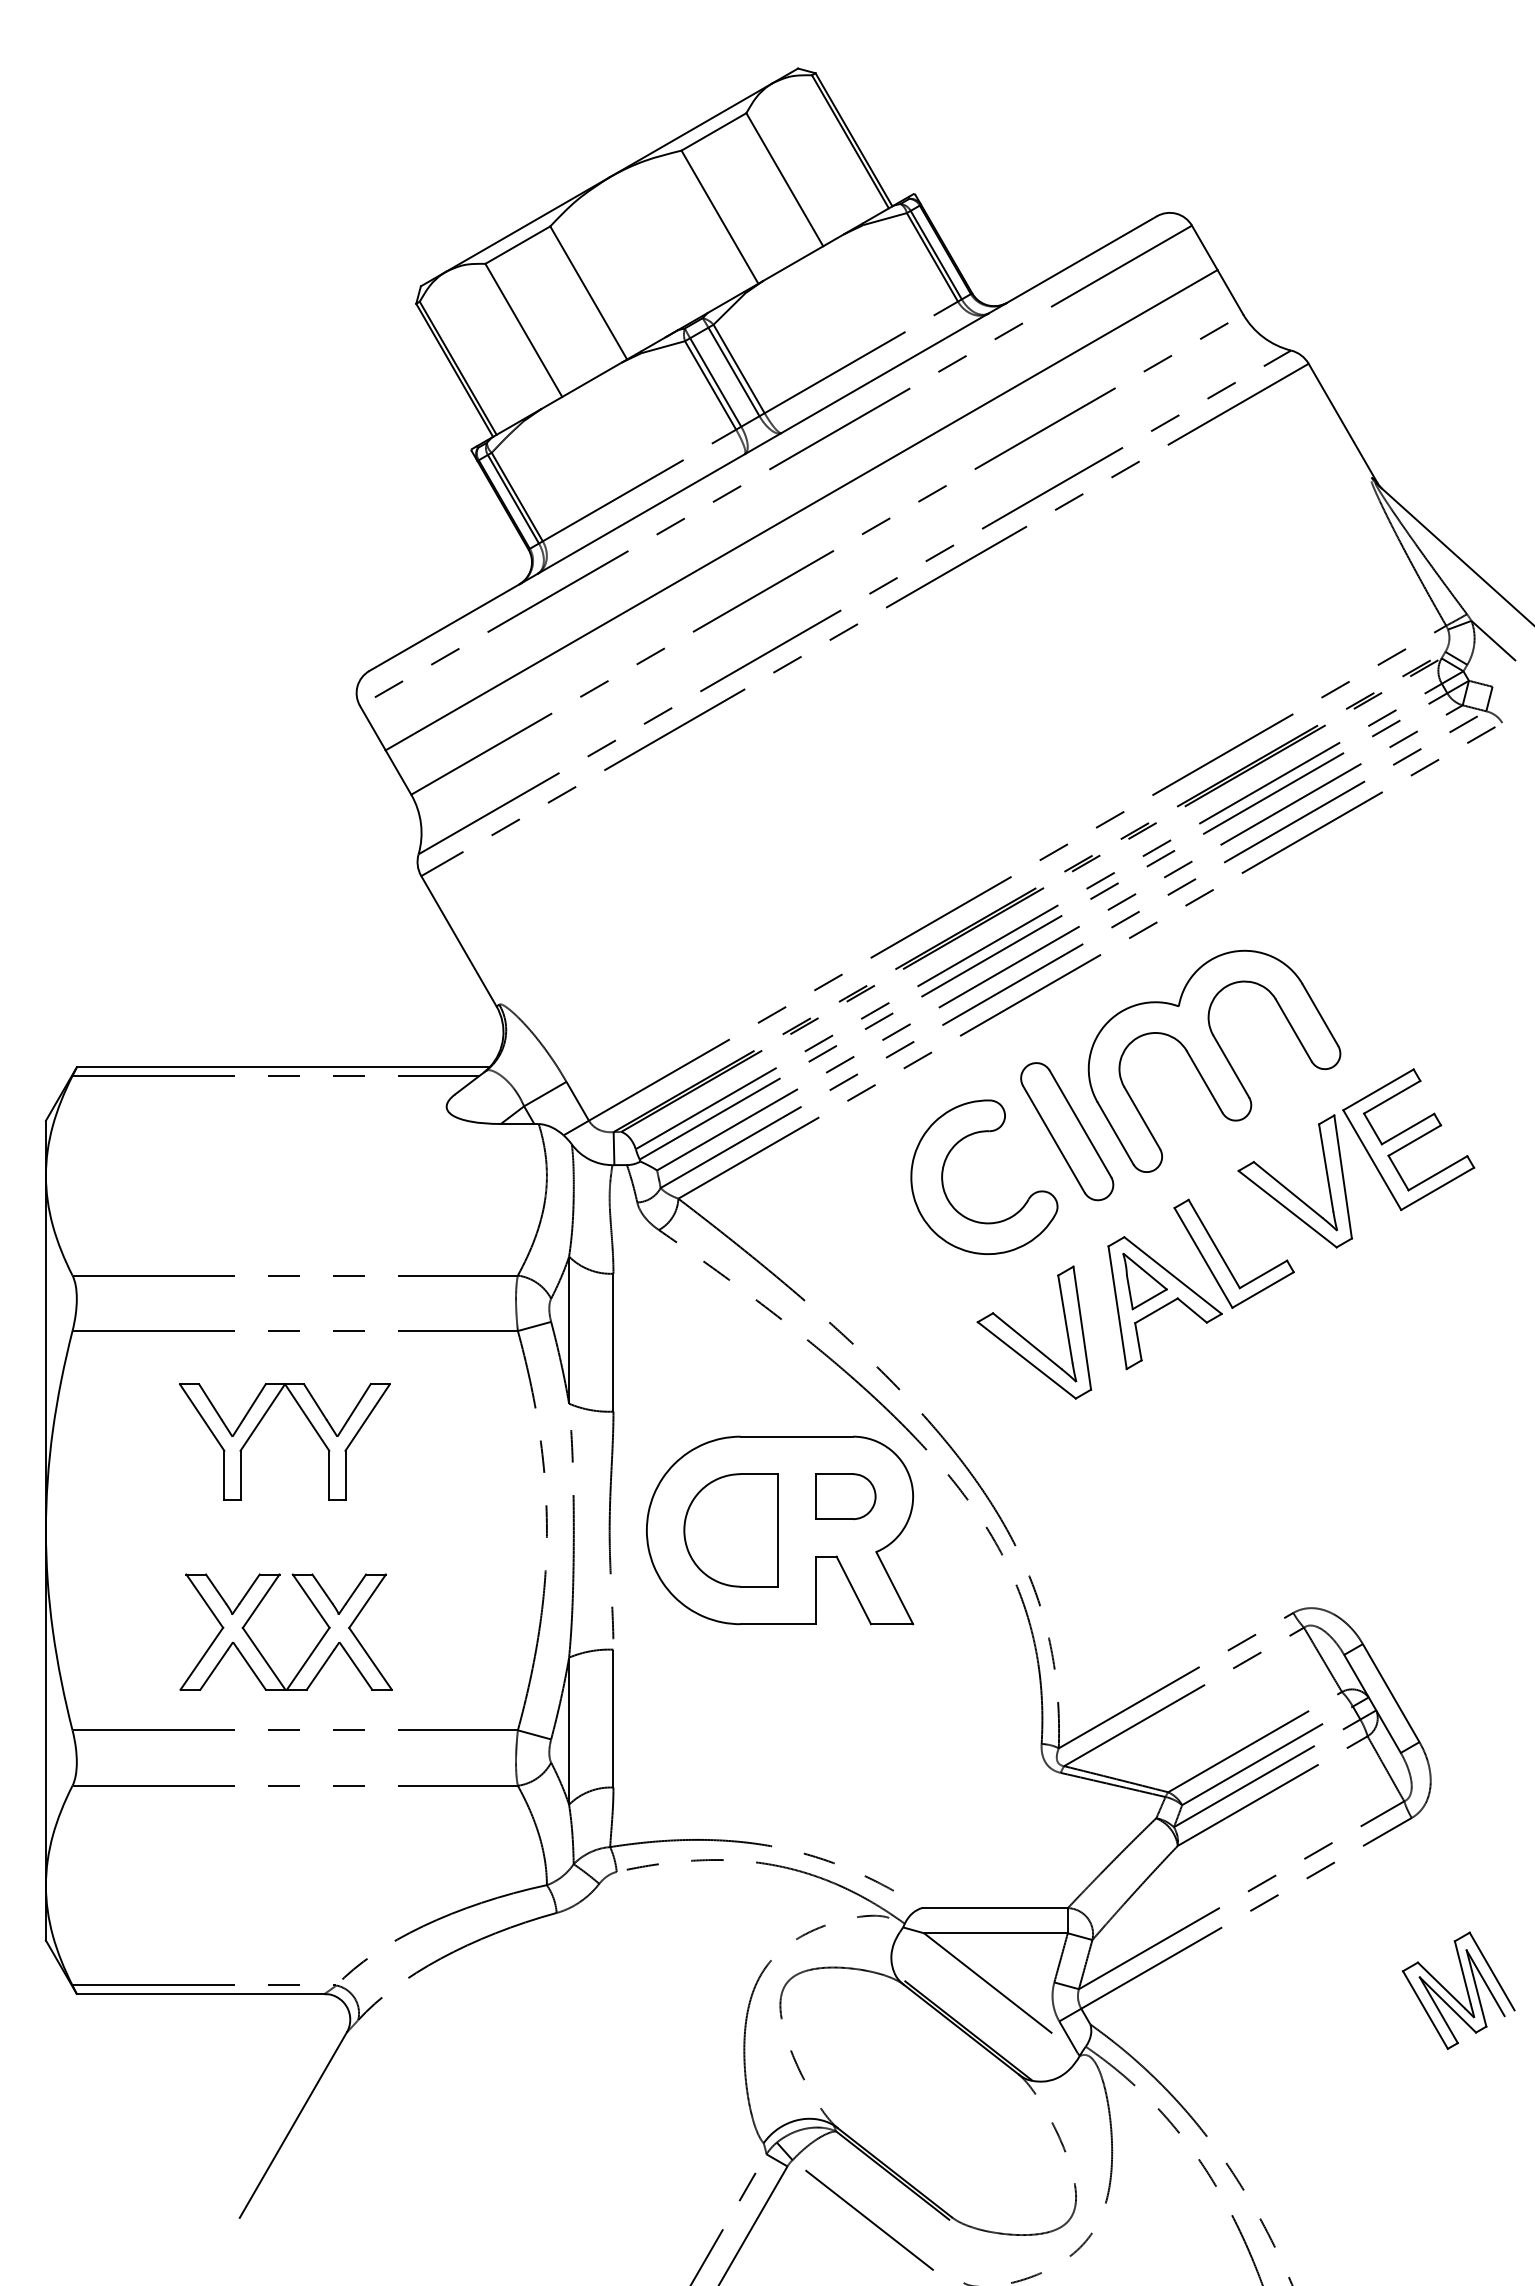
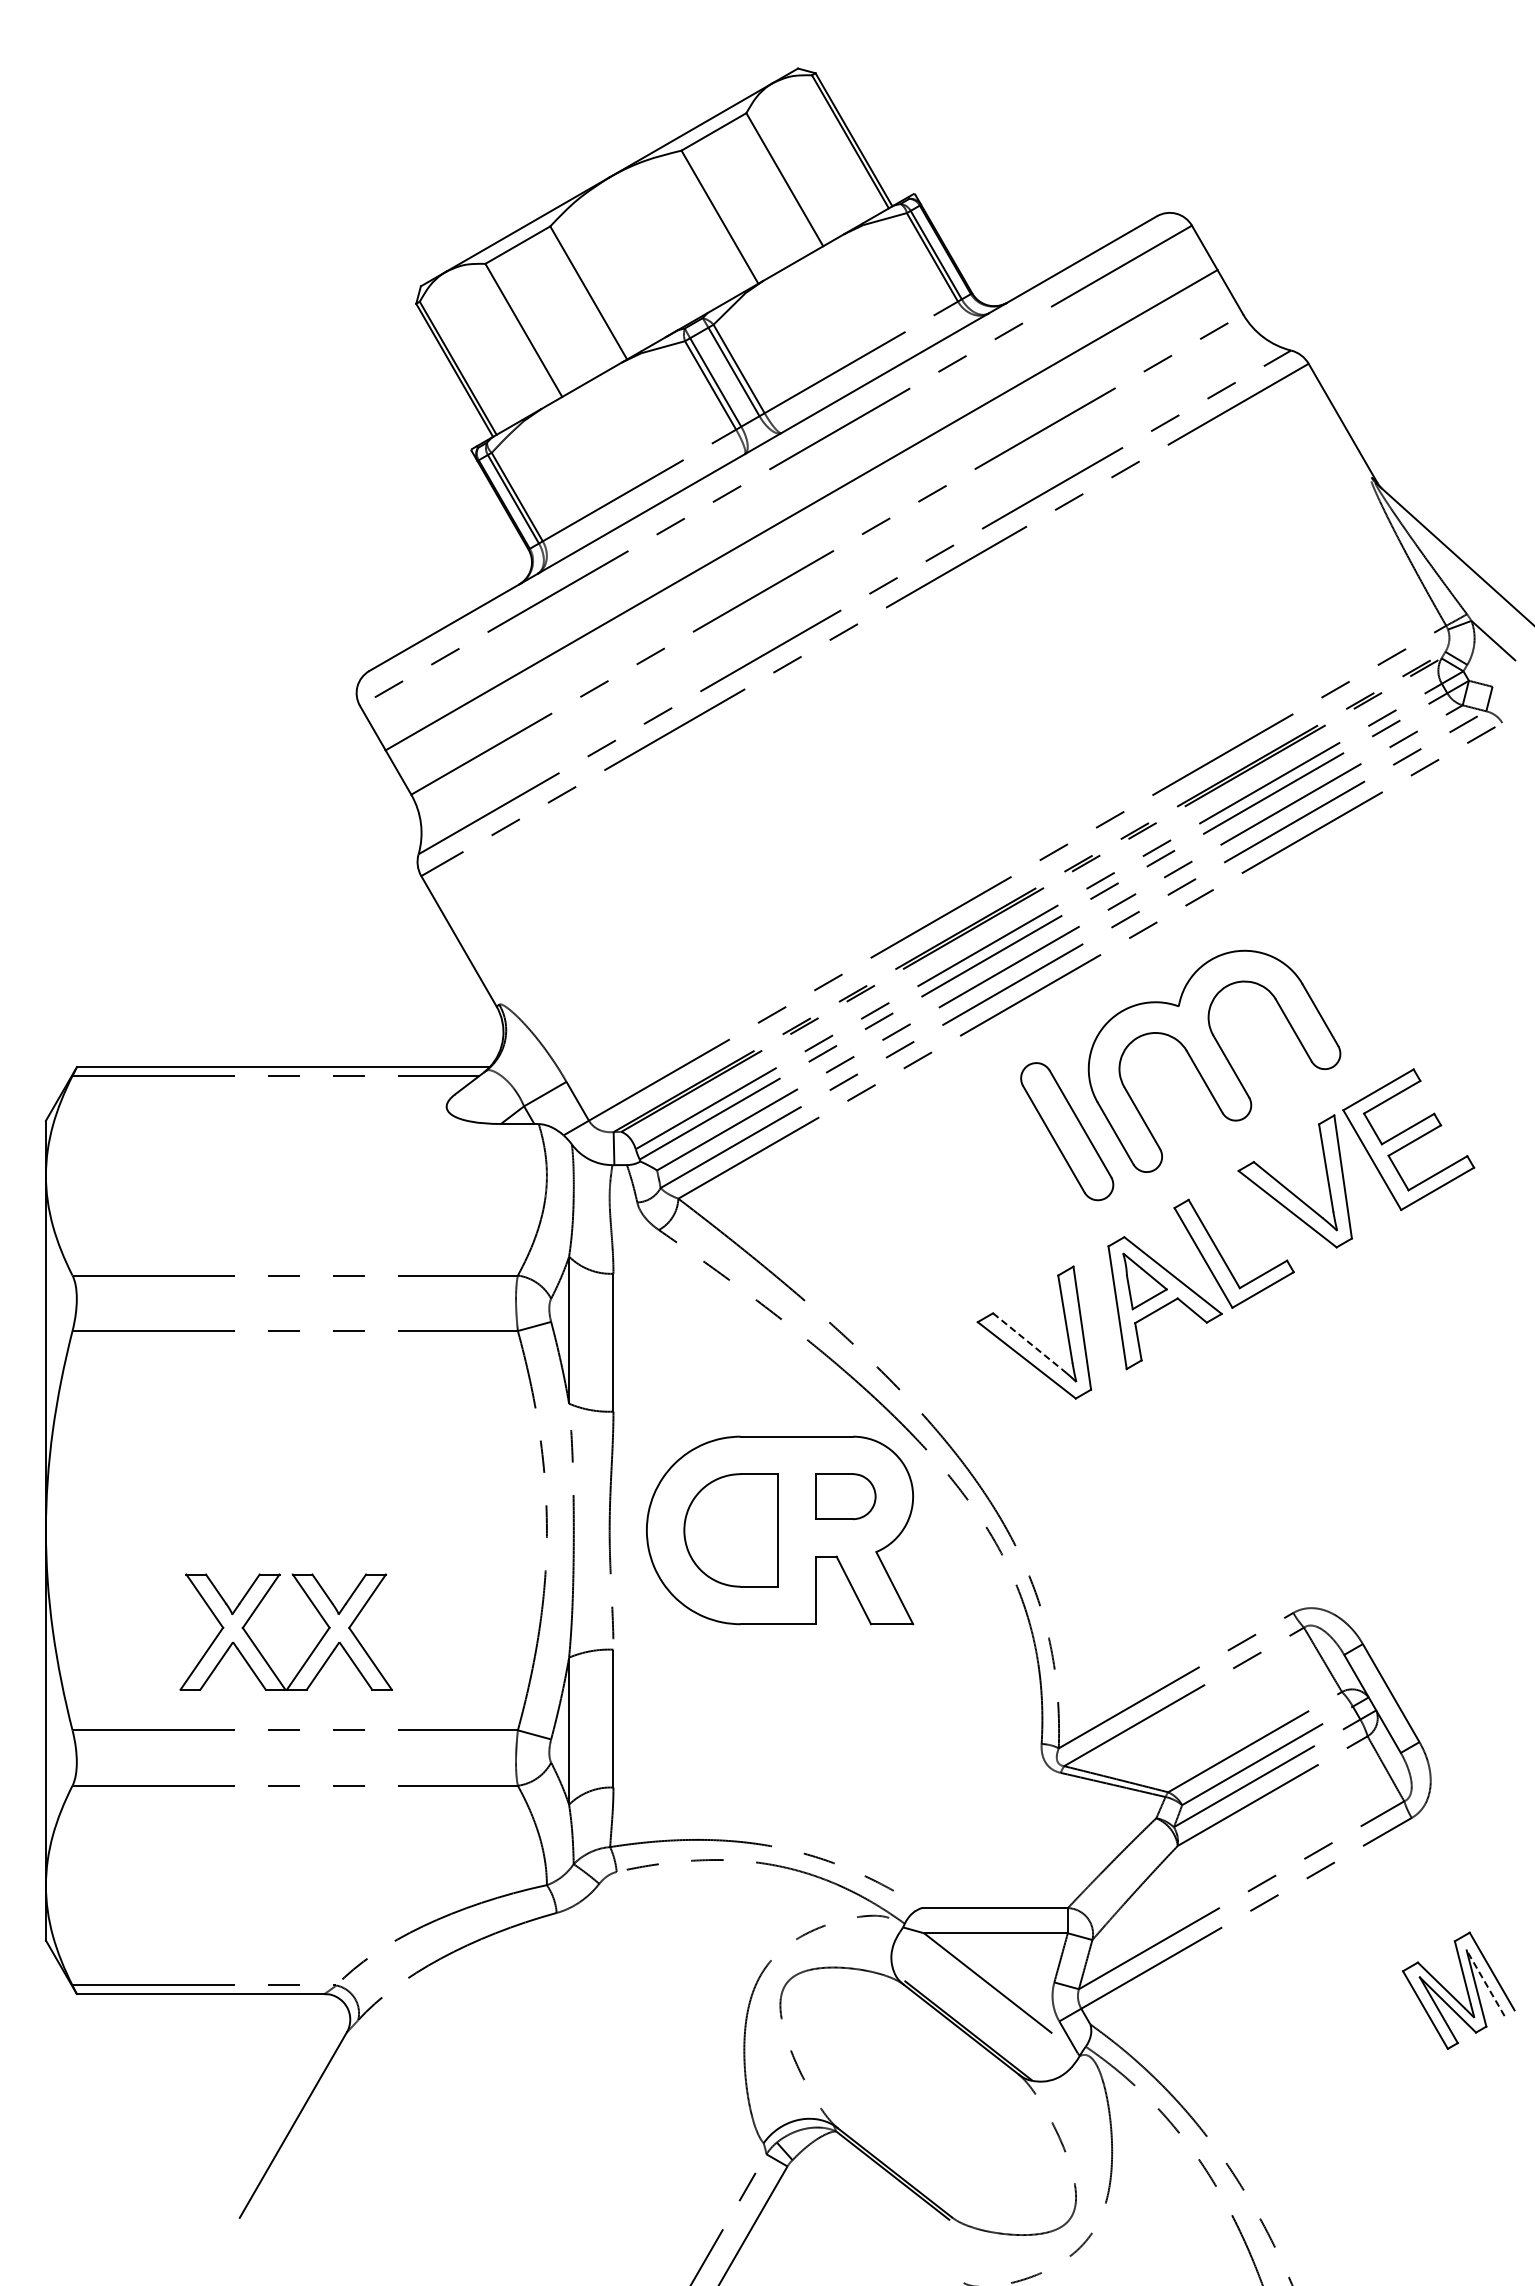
part at (944, 1167): present -> none
line at (1027, 1341): solid -> dashed
part at (259, 1424): present -> none
line at (1485, 1983): solid -> dashed
line at (869, 2219): present -> none
